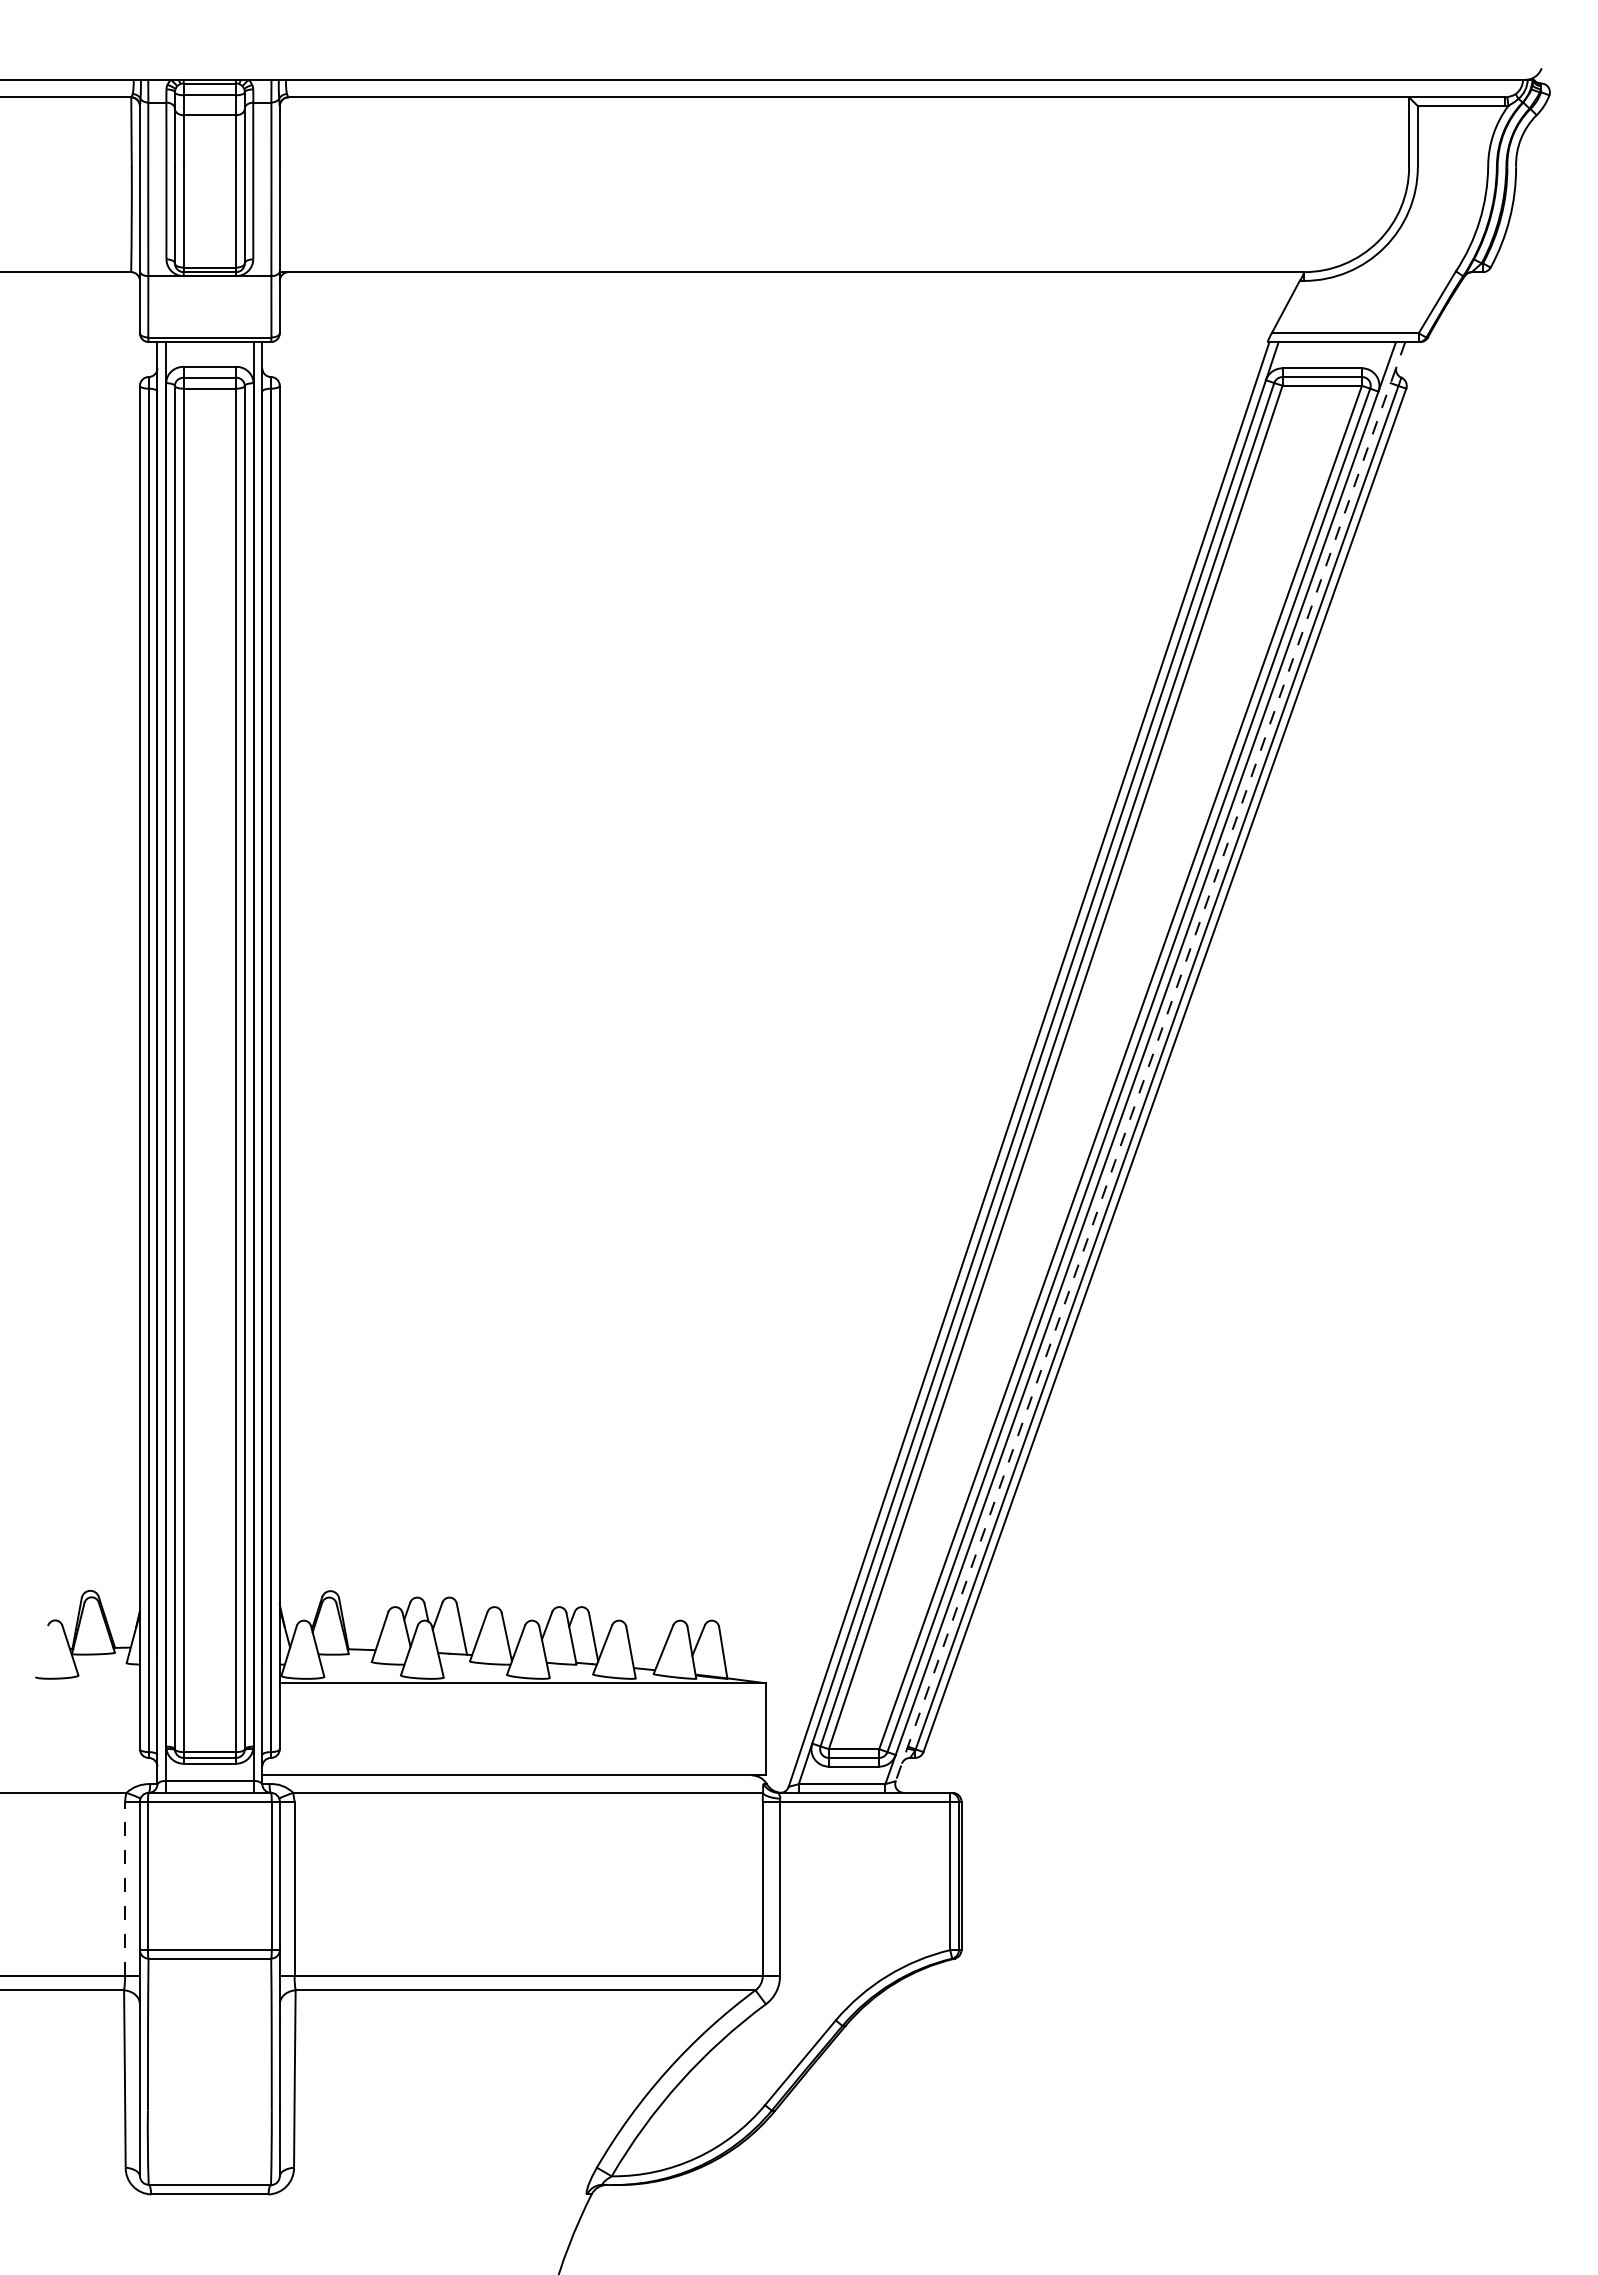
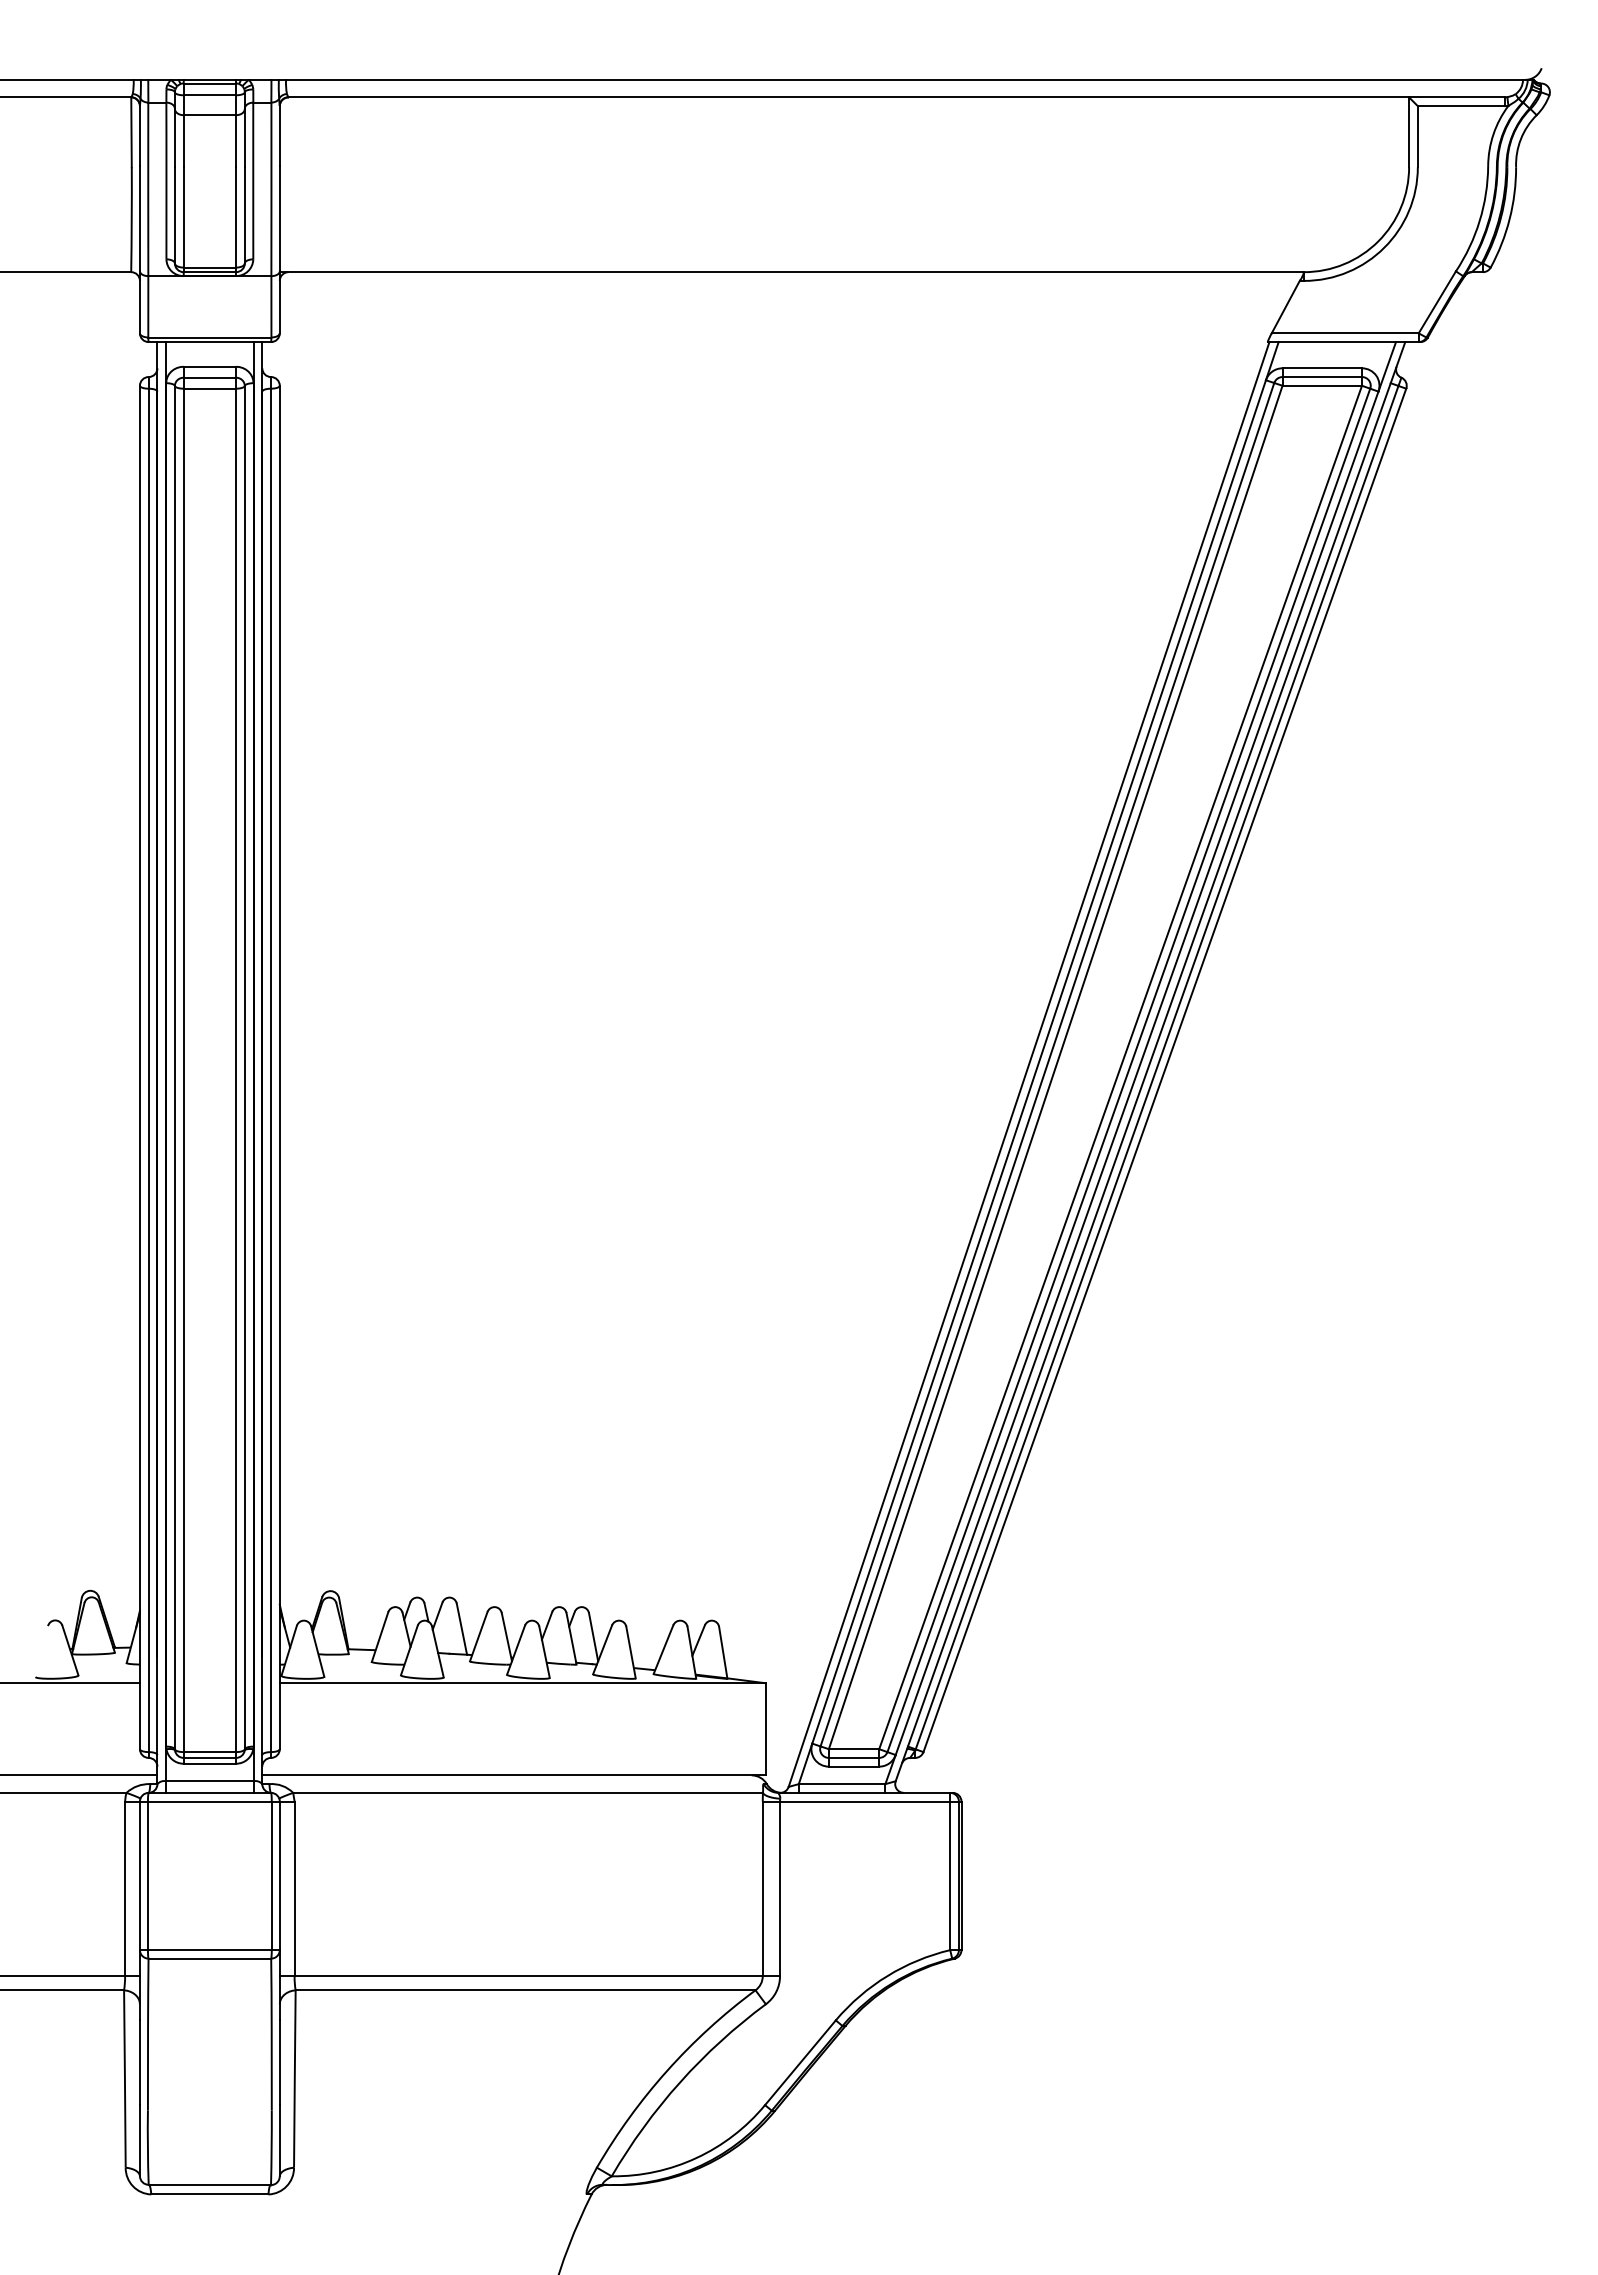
line at (1150, 1062): dashed -> solid
line at (70, 1683): none -> present
line at (79, 1775): none -> present
line at (125, 1888): dashed -> solid
